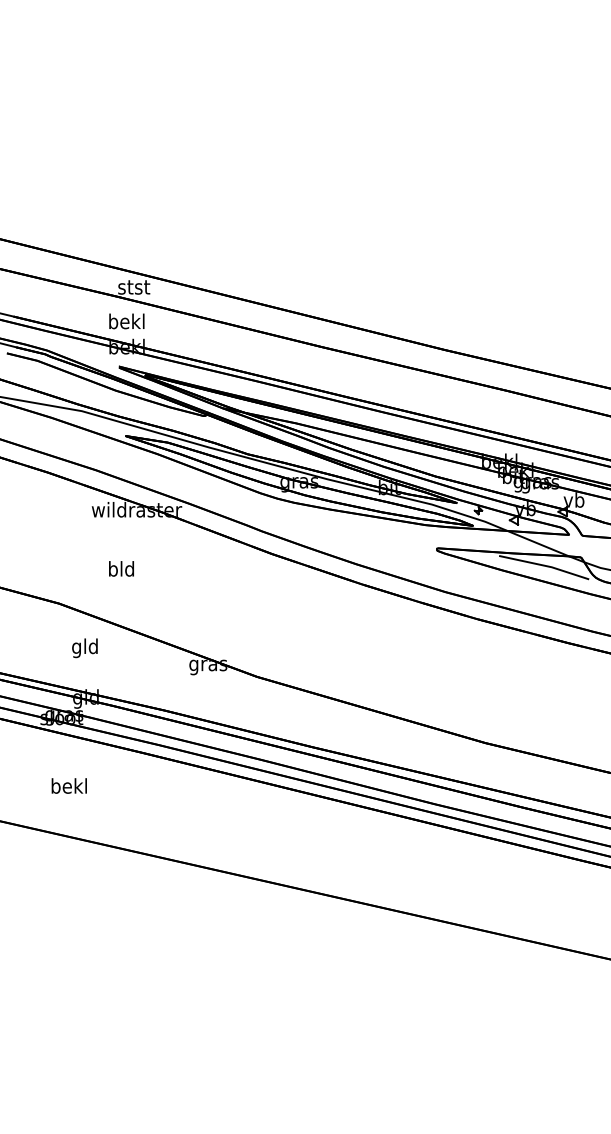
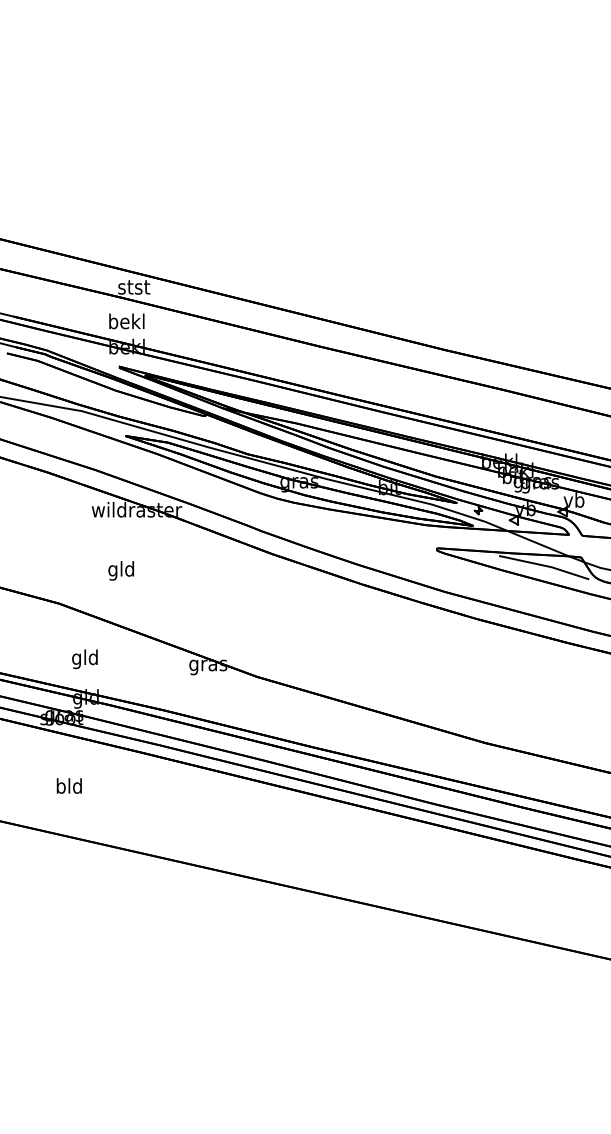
text at (112, 570): bld -> gld
text at (84, 648) position: (84, 648) -> (84, 659)
text at (68, 785): bekl -> bld
